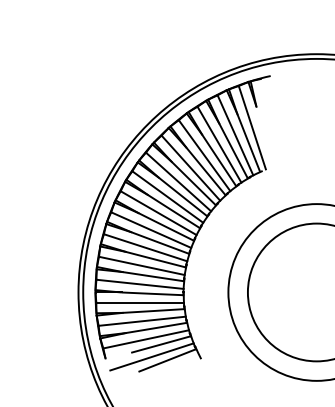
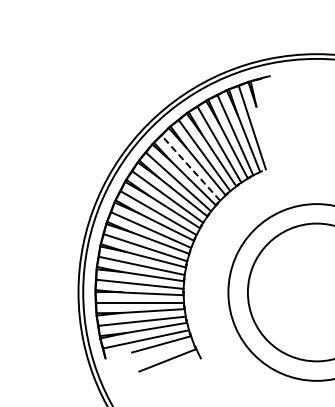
line at (190, 168): solid -> dashed
line at (151, 356): present -> none
